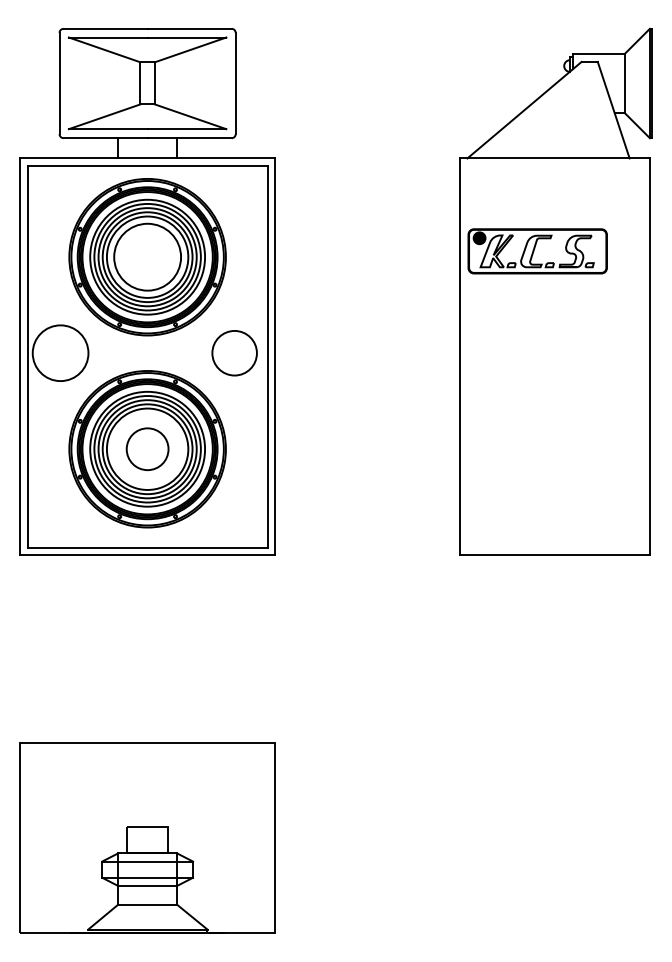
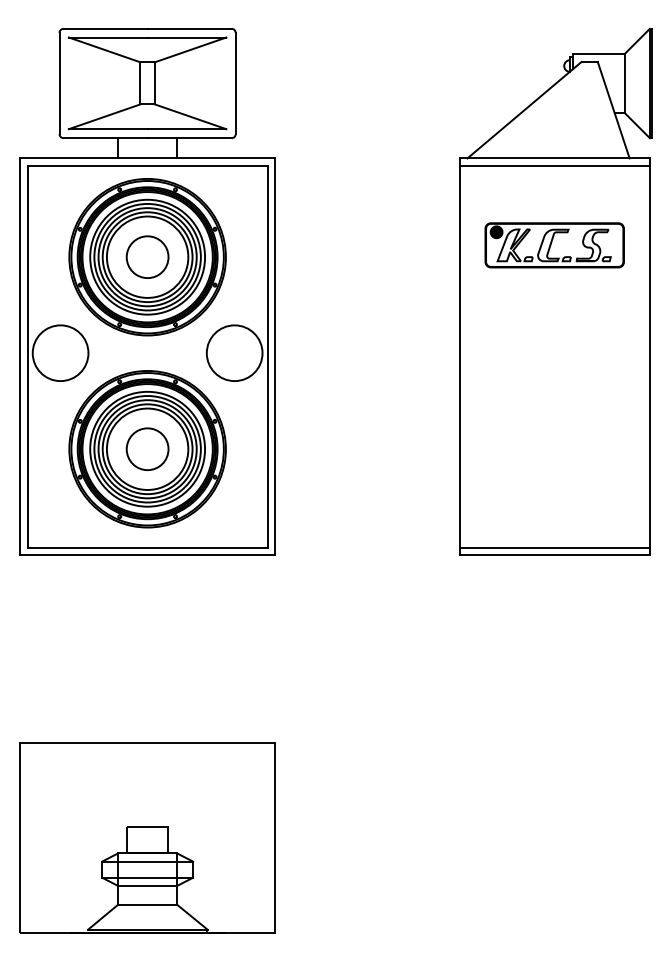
line at (554, 166): none -> present
part at (537, 251) position: (537, 251) -> (554, 245)
circle at (147, 256) diameter: 67 px -> 42 px
circle at (234, 352) diameter: 45 px -> 56 px
line at (554, 547): none -> present
